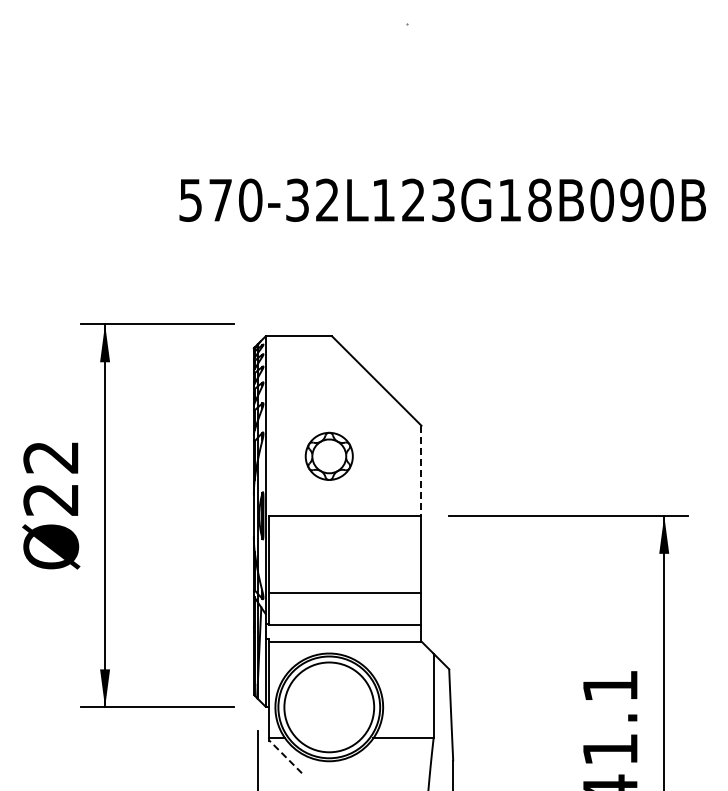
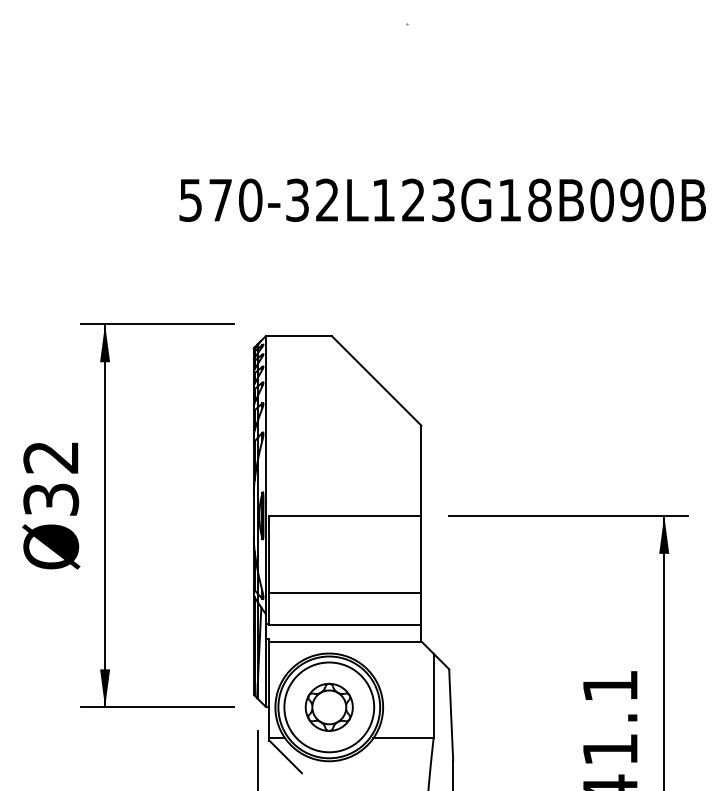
part at (328, 455) position: (328, 455) -> (328, 706)
line at (421, 471): dashed -> solid
text at (51, 499): Ø22 -> Ø32
line at (285, 756): dashed -> solid
